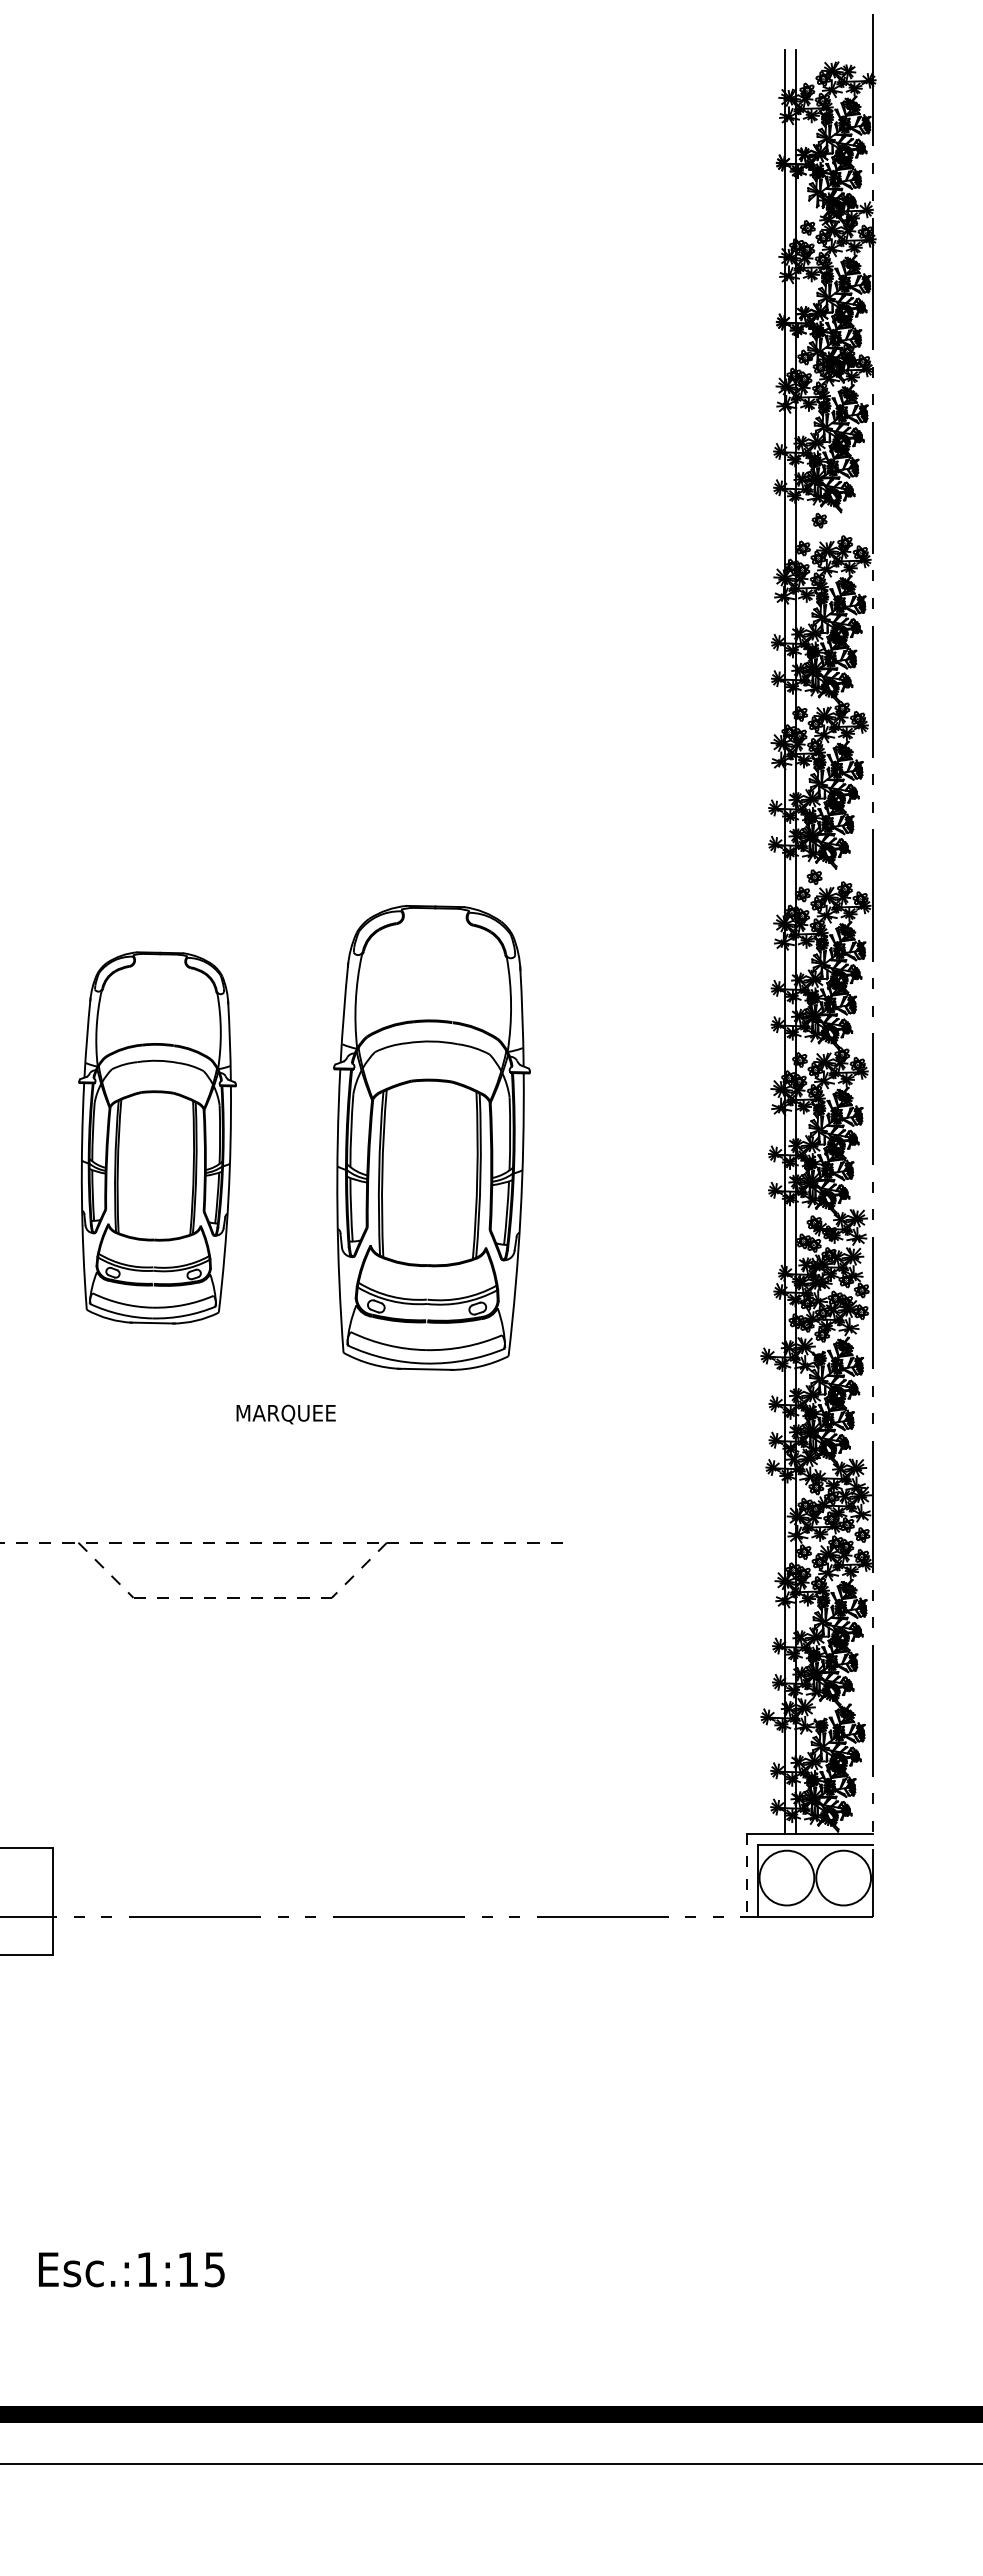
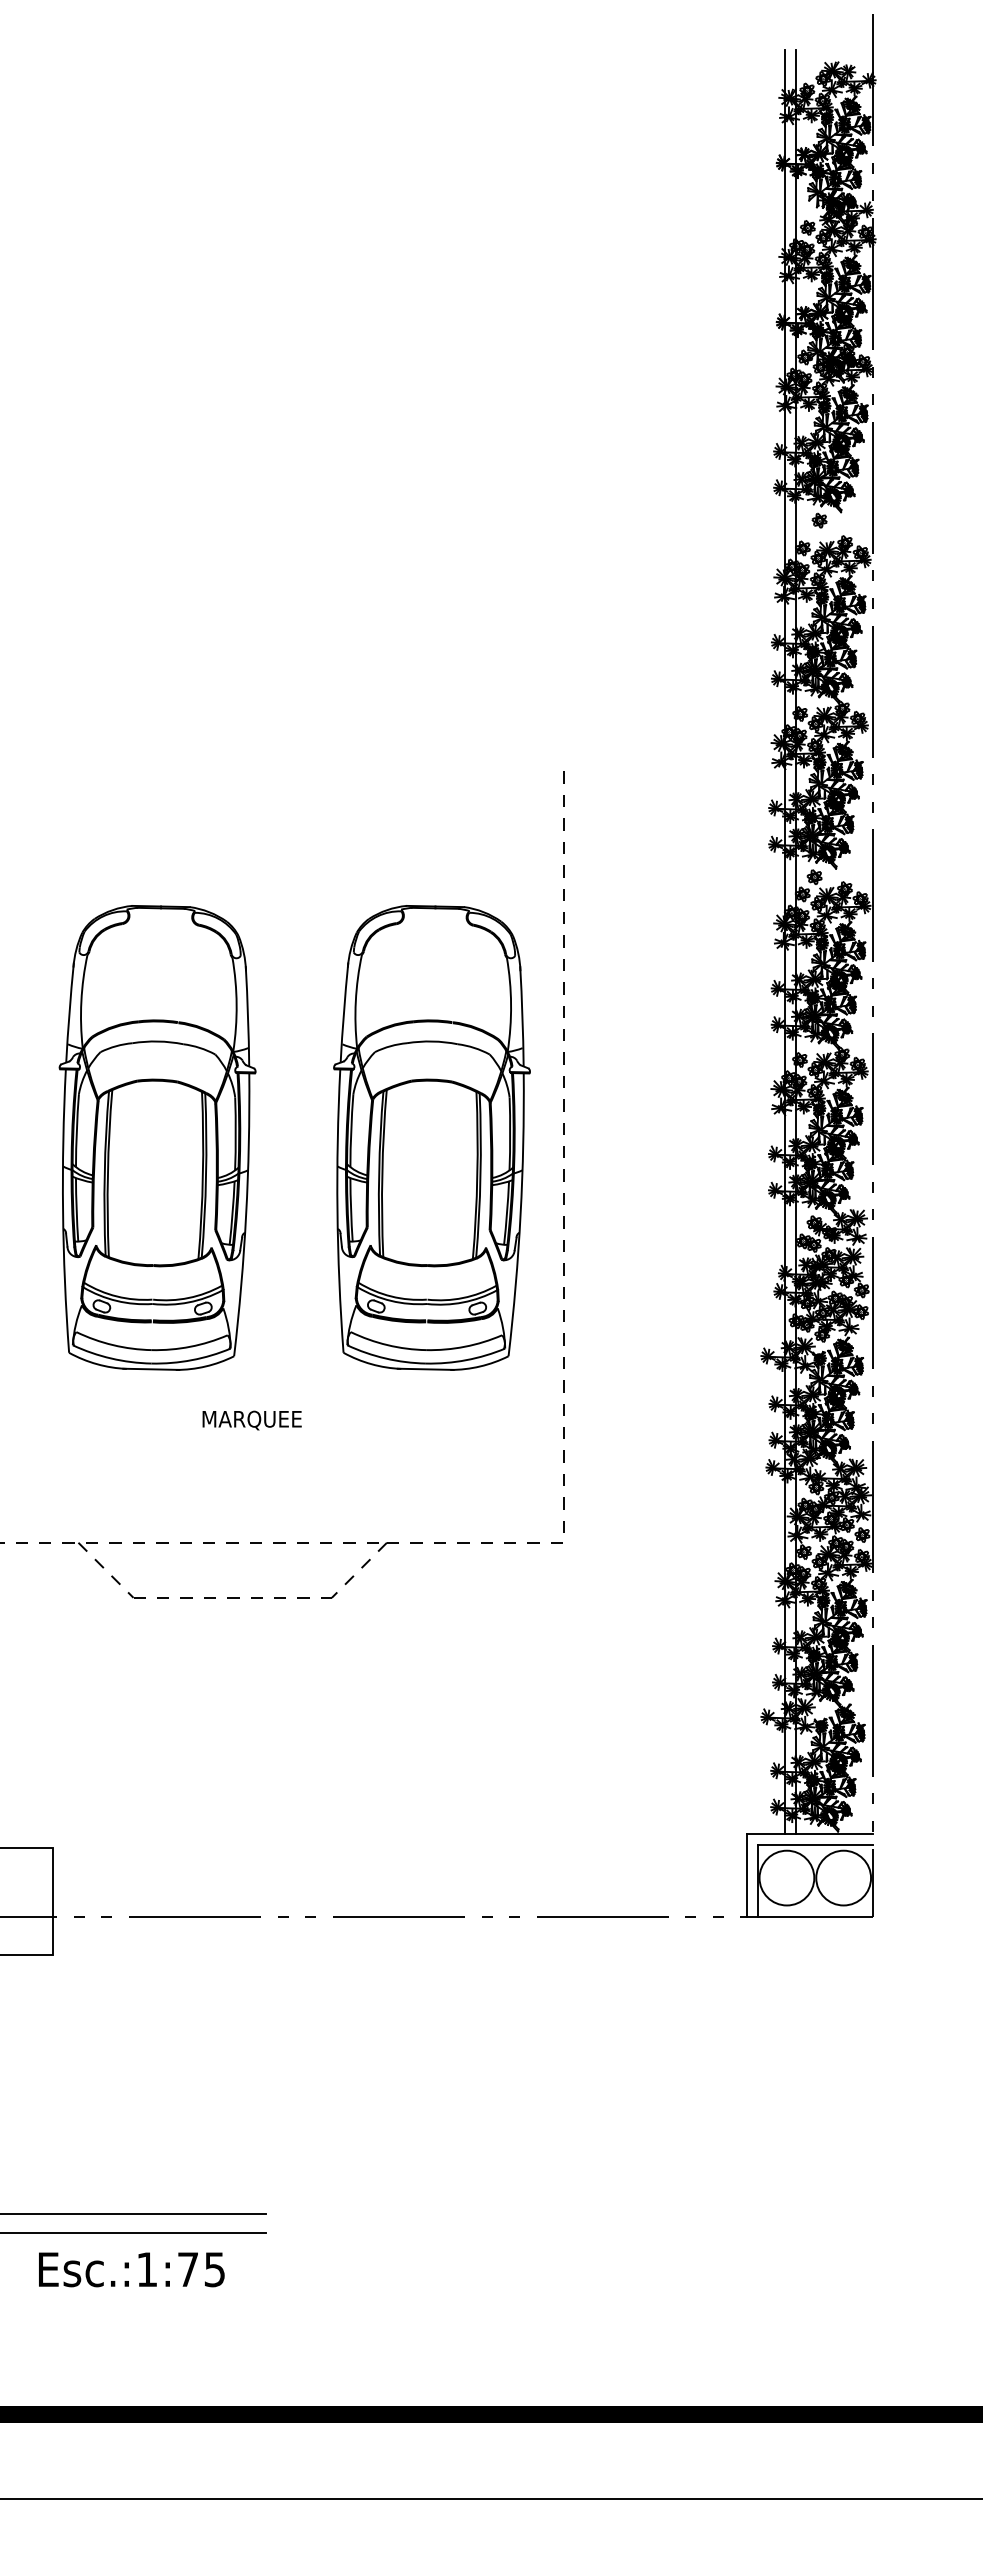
part at (157, 1137) size: 159x374 px -> 199x466 px
line at (563, 1151): none -> present
text at (285, 1414) position: (285, 1414) -> (251, 1420)
line at (746, 1876): dashed -> solid
line at (133, 2214): none -> present
line at (133, 2232): none -> present
text at (187, 2269): Esc.:1:15 -> Esc.:1:75
line at (490, 2463) position: (490, 2463) -> (490, 2498)
